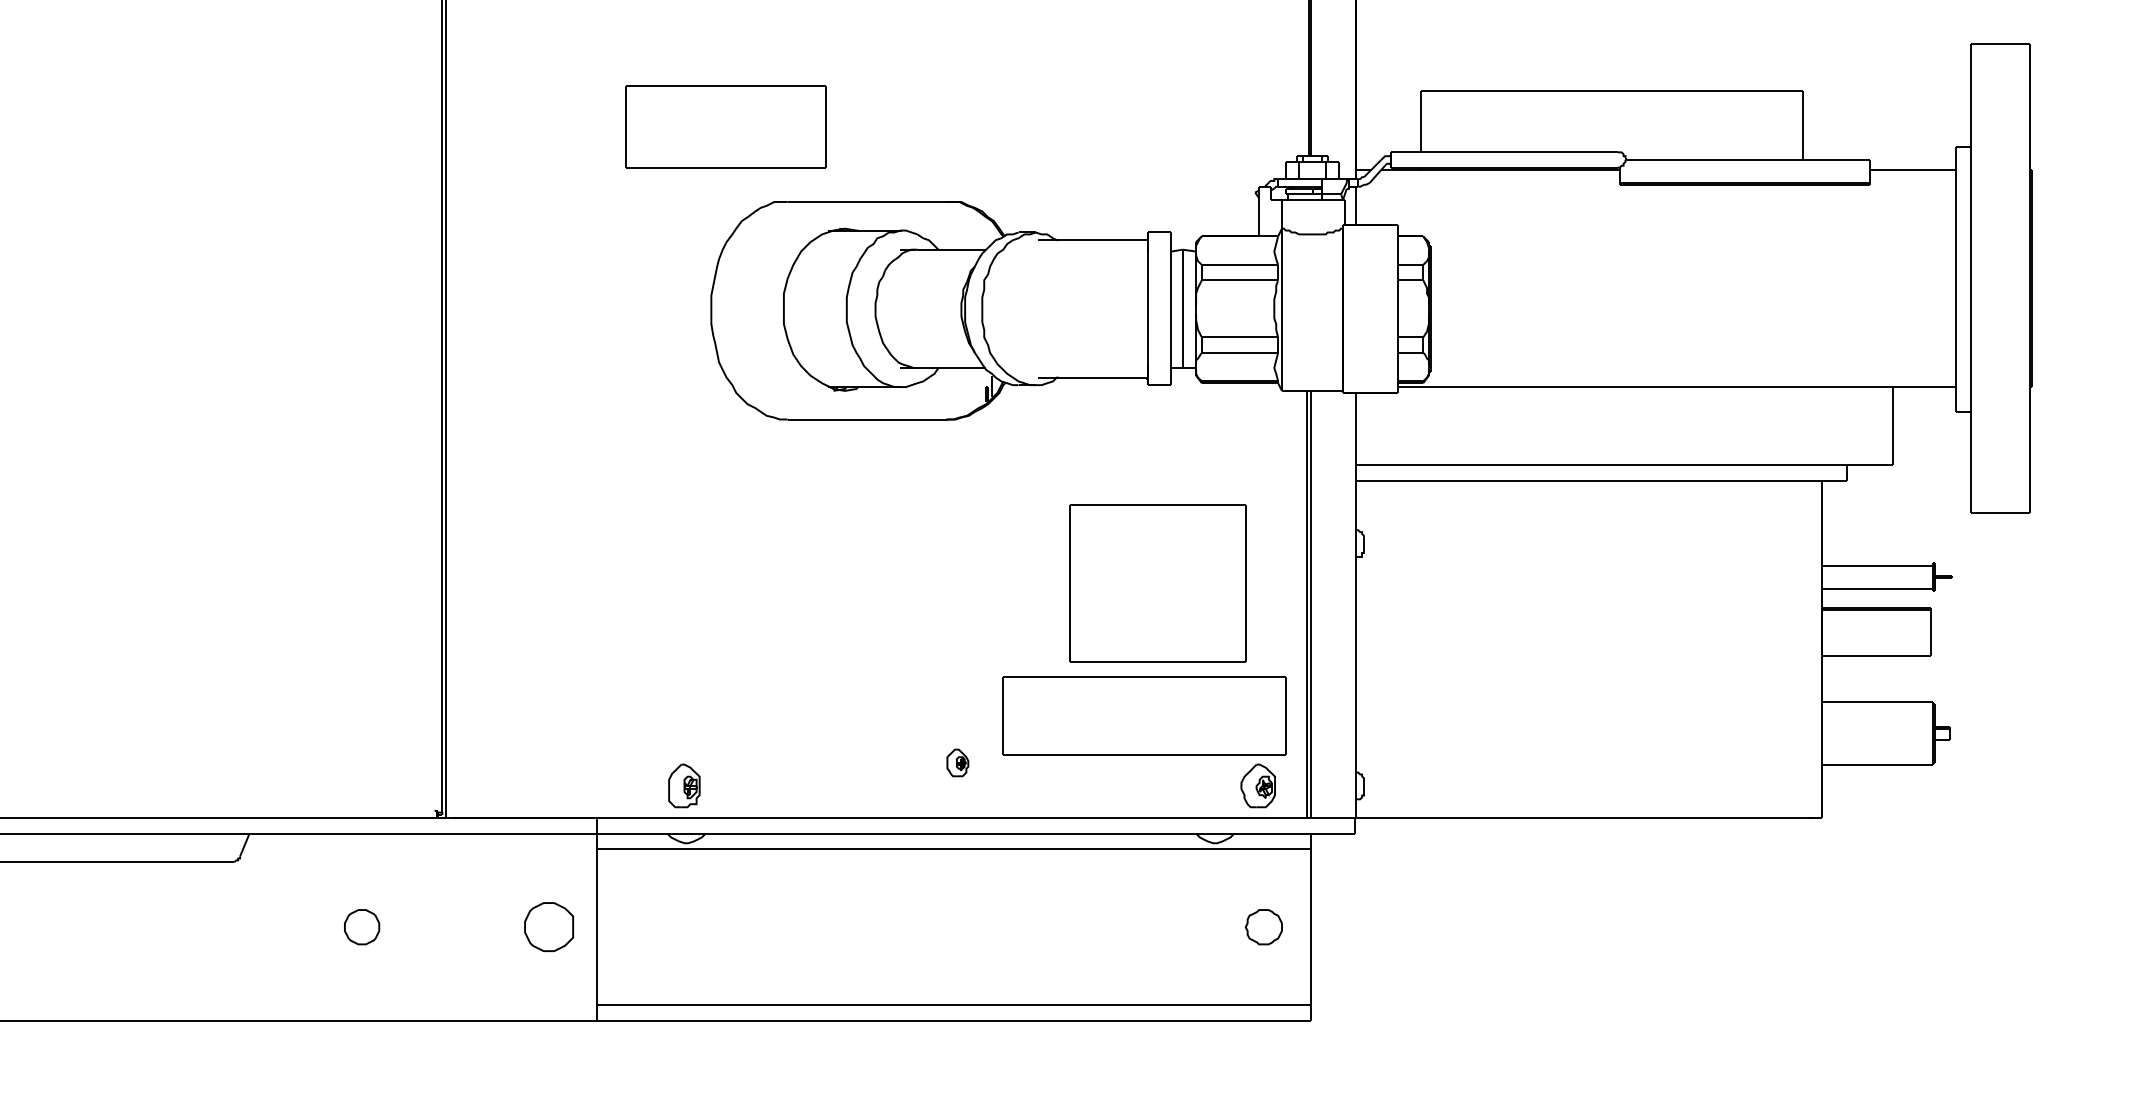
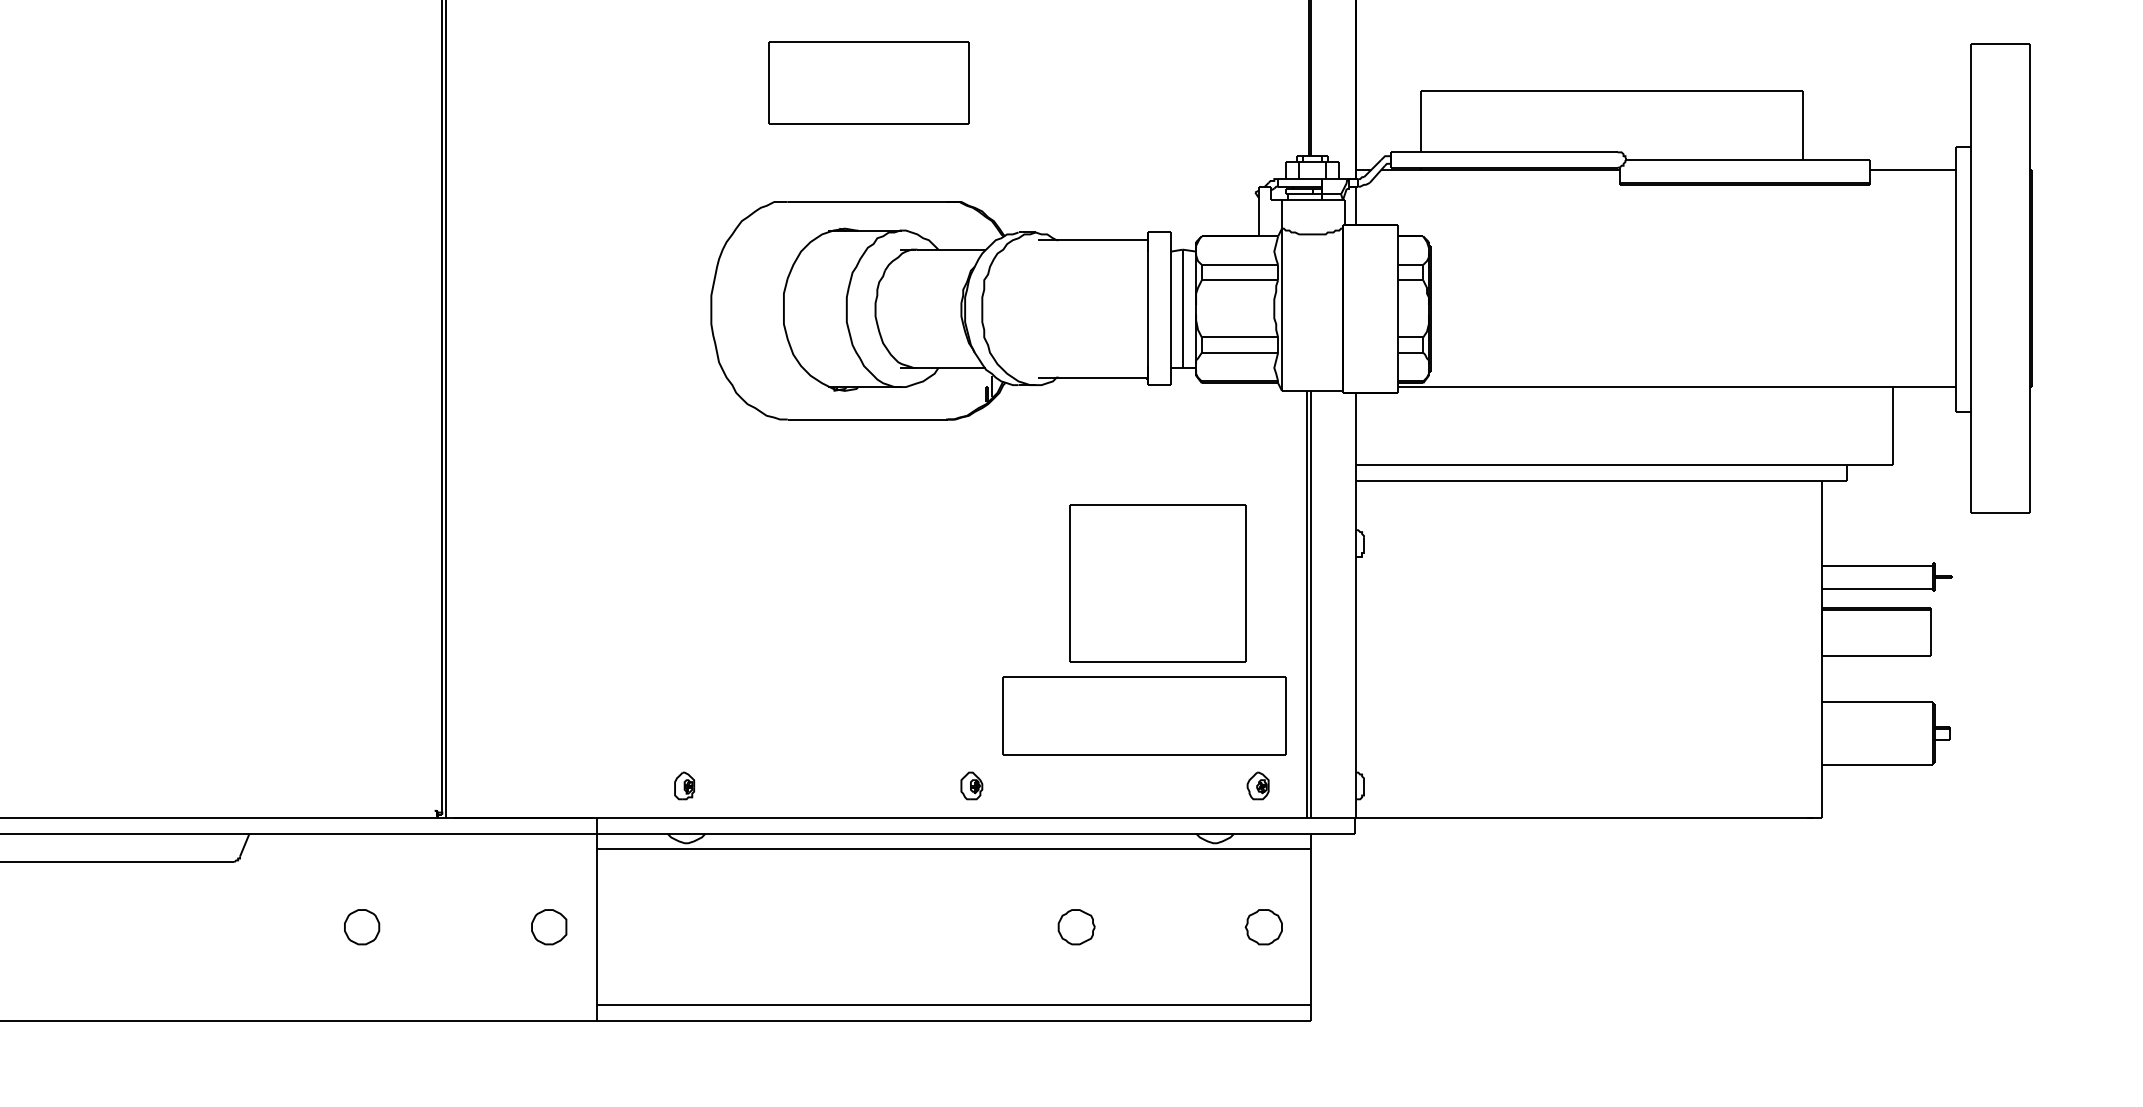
part at (725, 126) position: (725, 126) -> (868, 82)
part at (957, 762) position: (957, 762) -> (971, 785)
part at (684, 785) size: 33x46 px -> 22x30 px
part at (1257, 785) size: 36x46 px -> 24x30 px
part at (548, 926) size: 50x50 px -> 37x37 px
part at (1076, 927): none -> present
